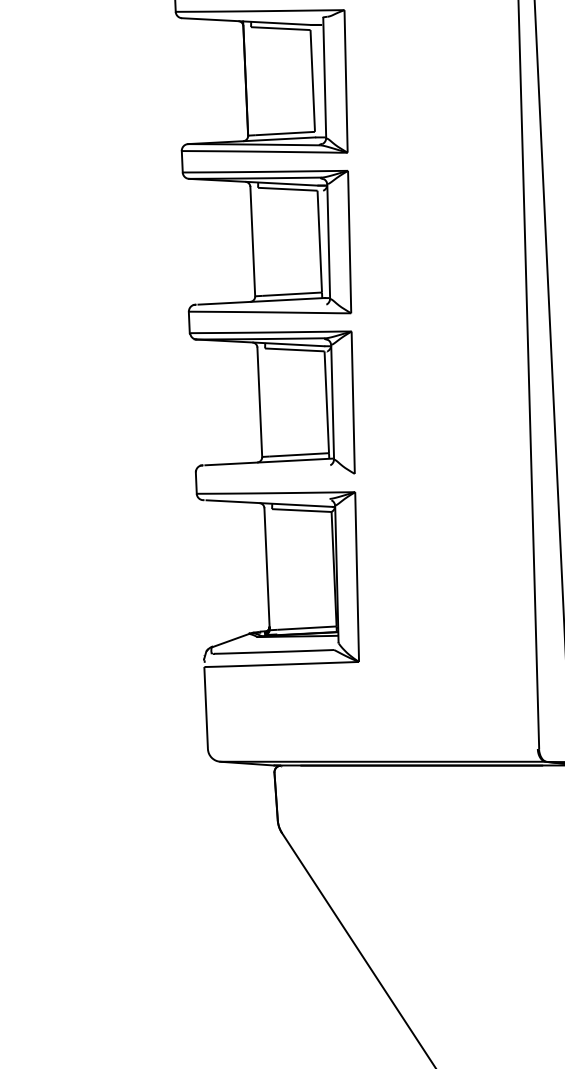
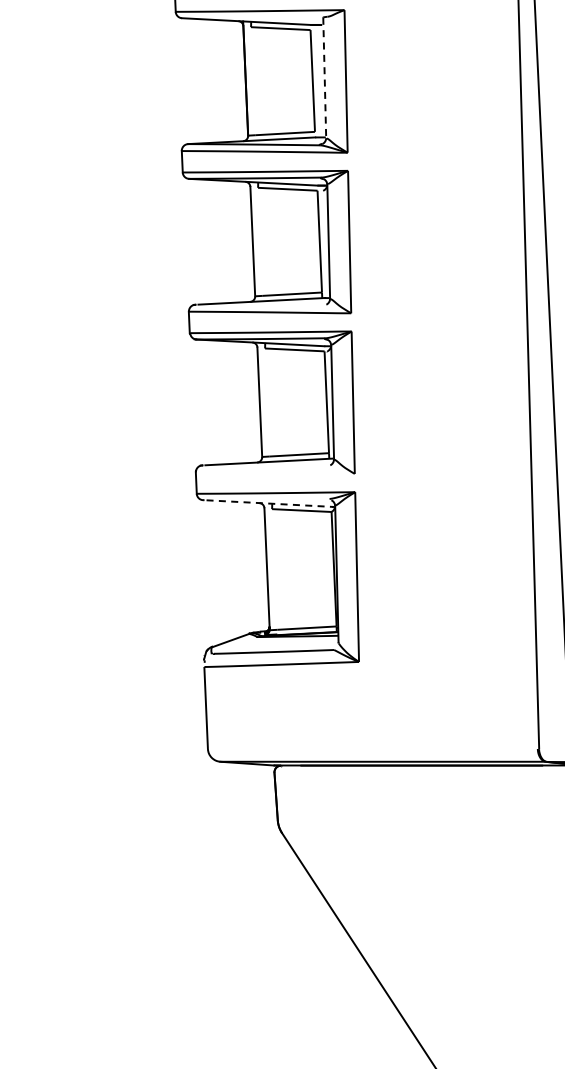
line at (324, 78): solid -> dashed
line at (270, 503): solid -> dashed
